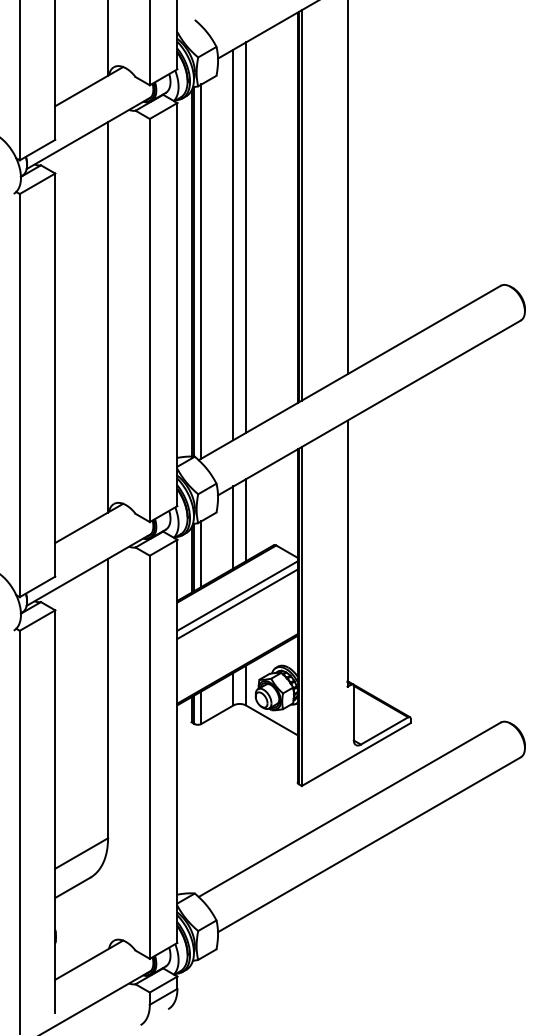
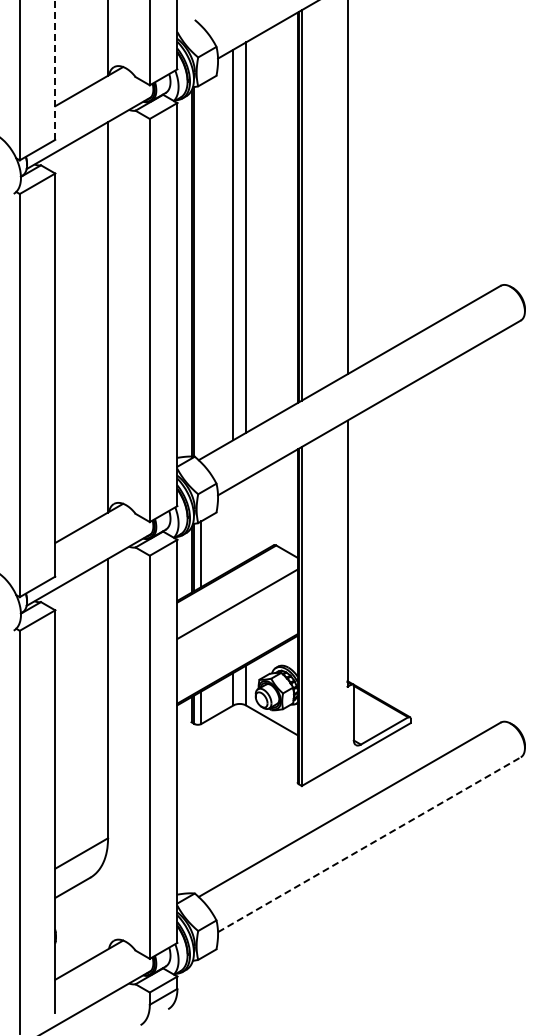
line at (55, 70): solid -> dashed
line at (201, 271): present -> none
line at (246, 520): present -> none
line at (233, 527): present -> none
line at (237, 595): present -> none
line at (369, 844): solid -> dashed
